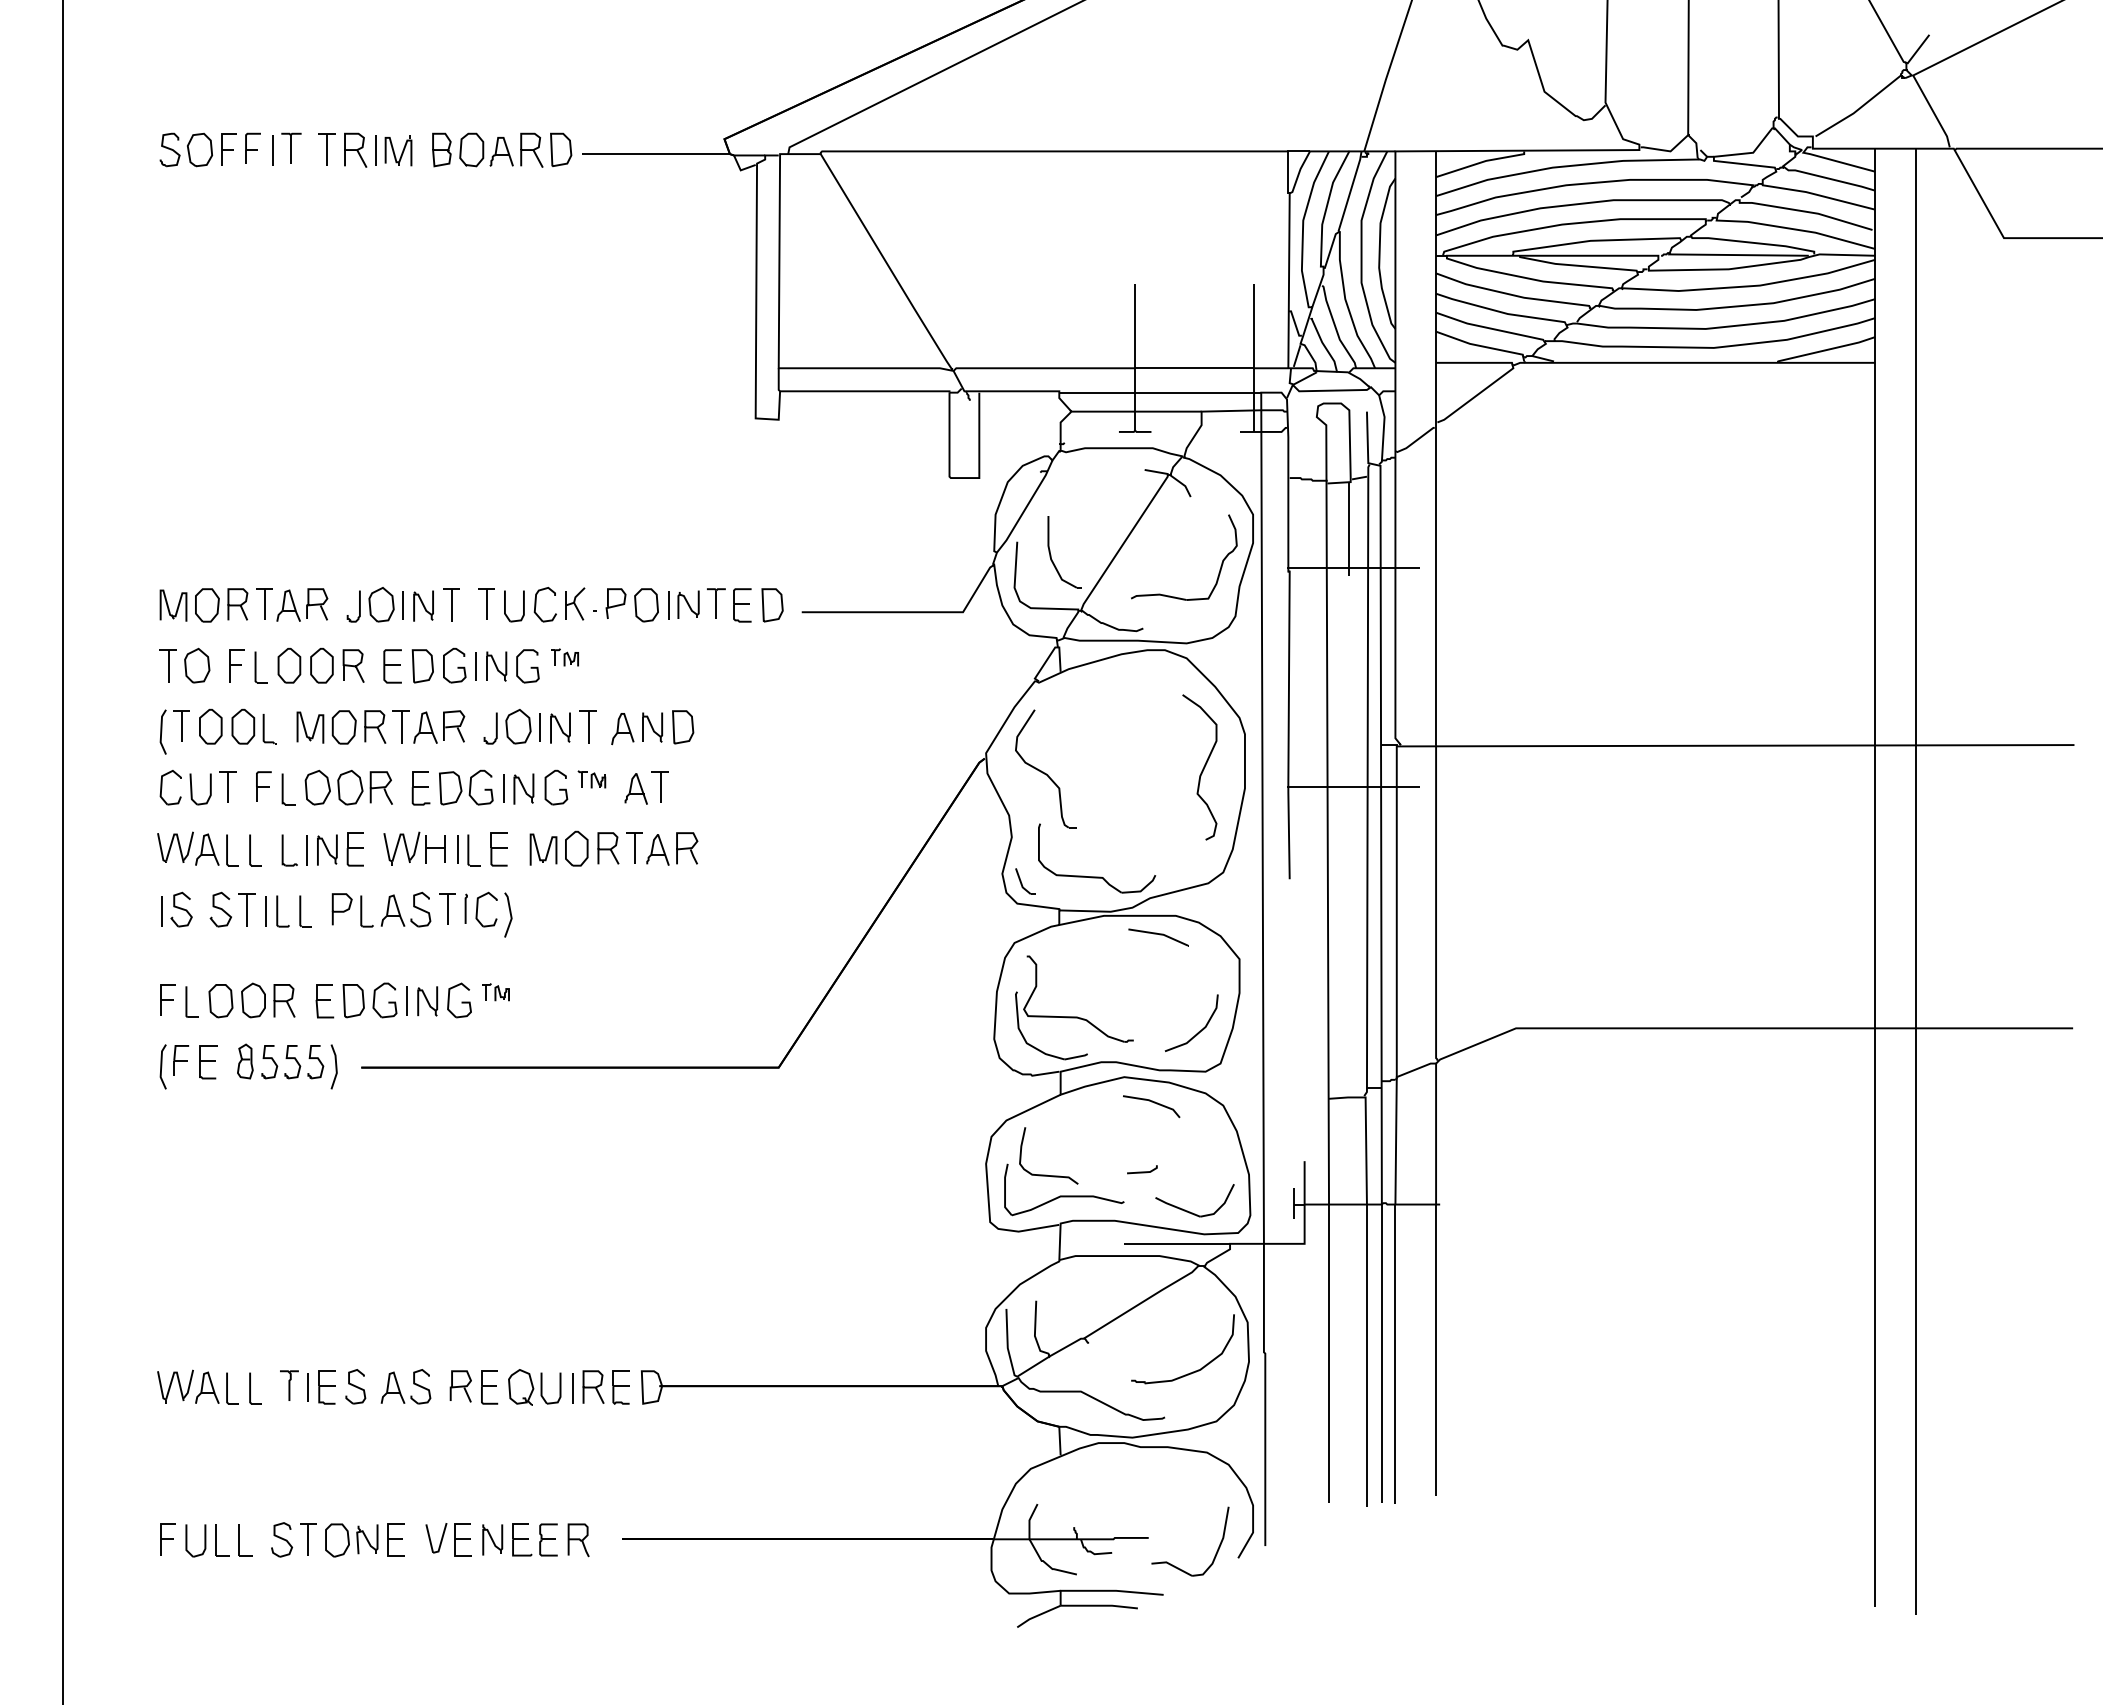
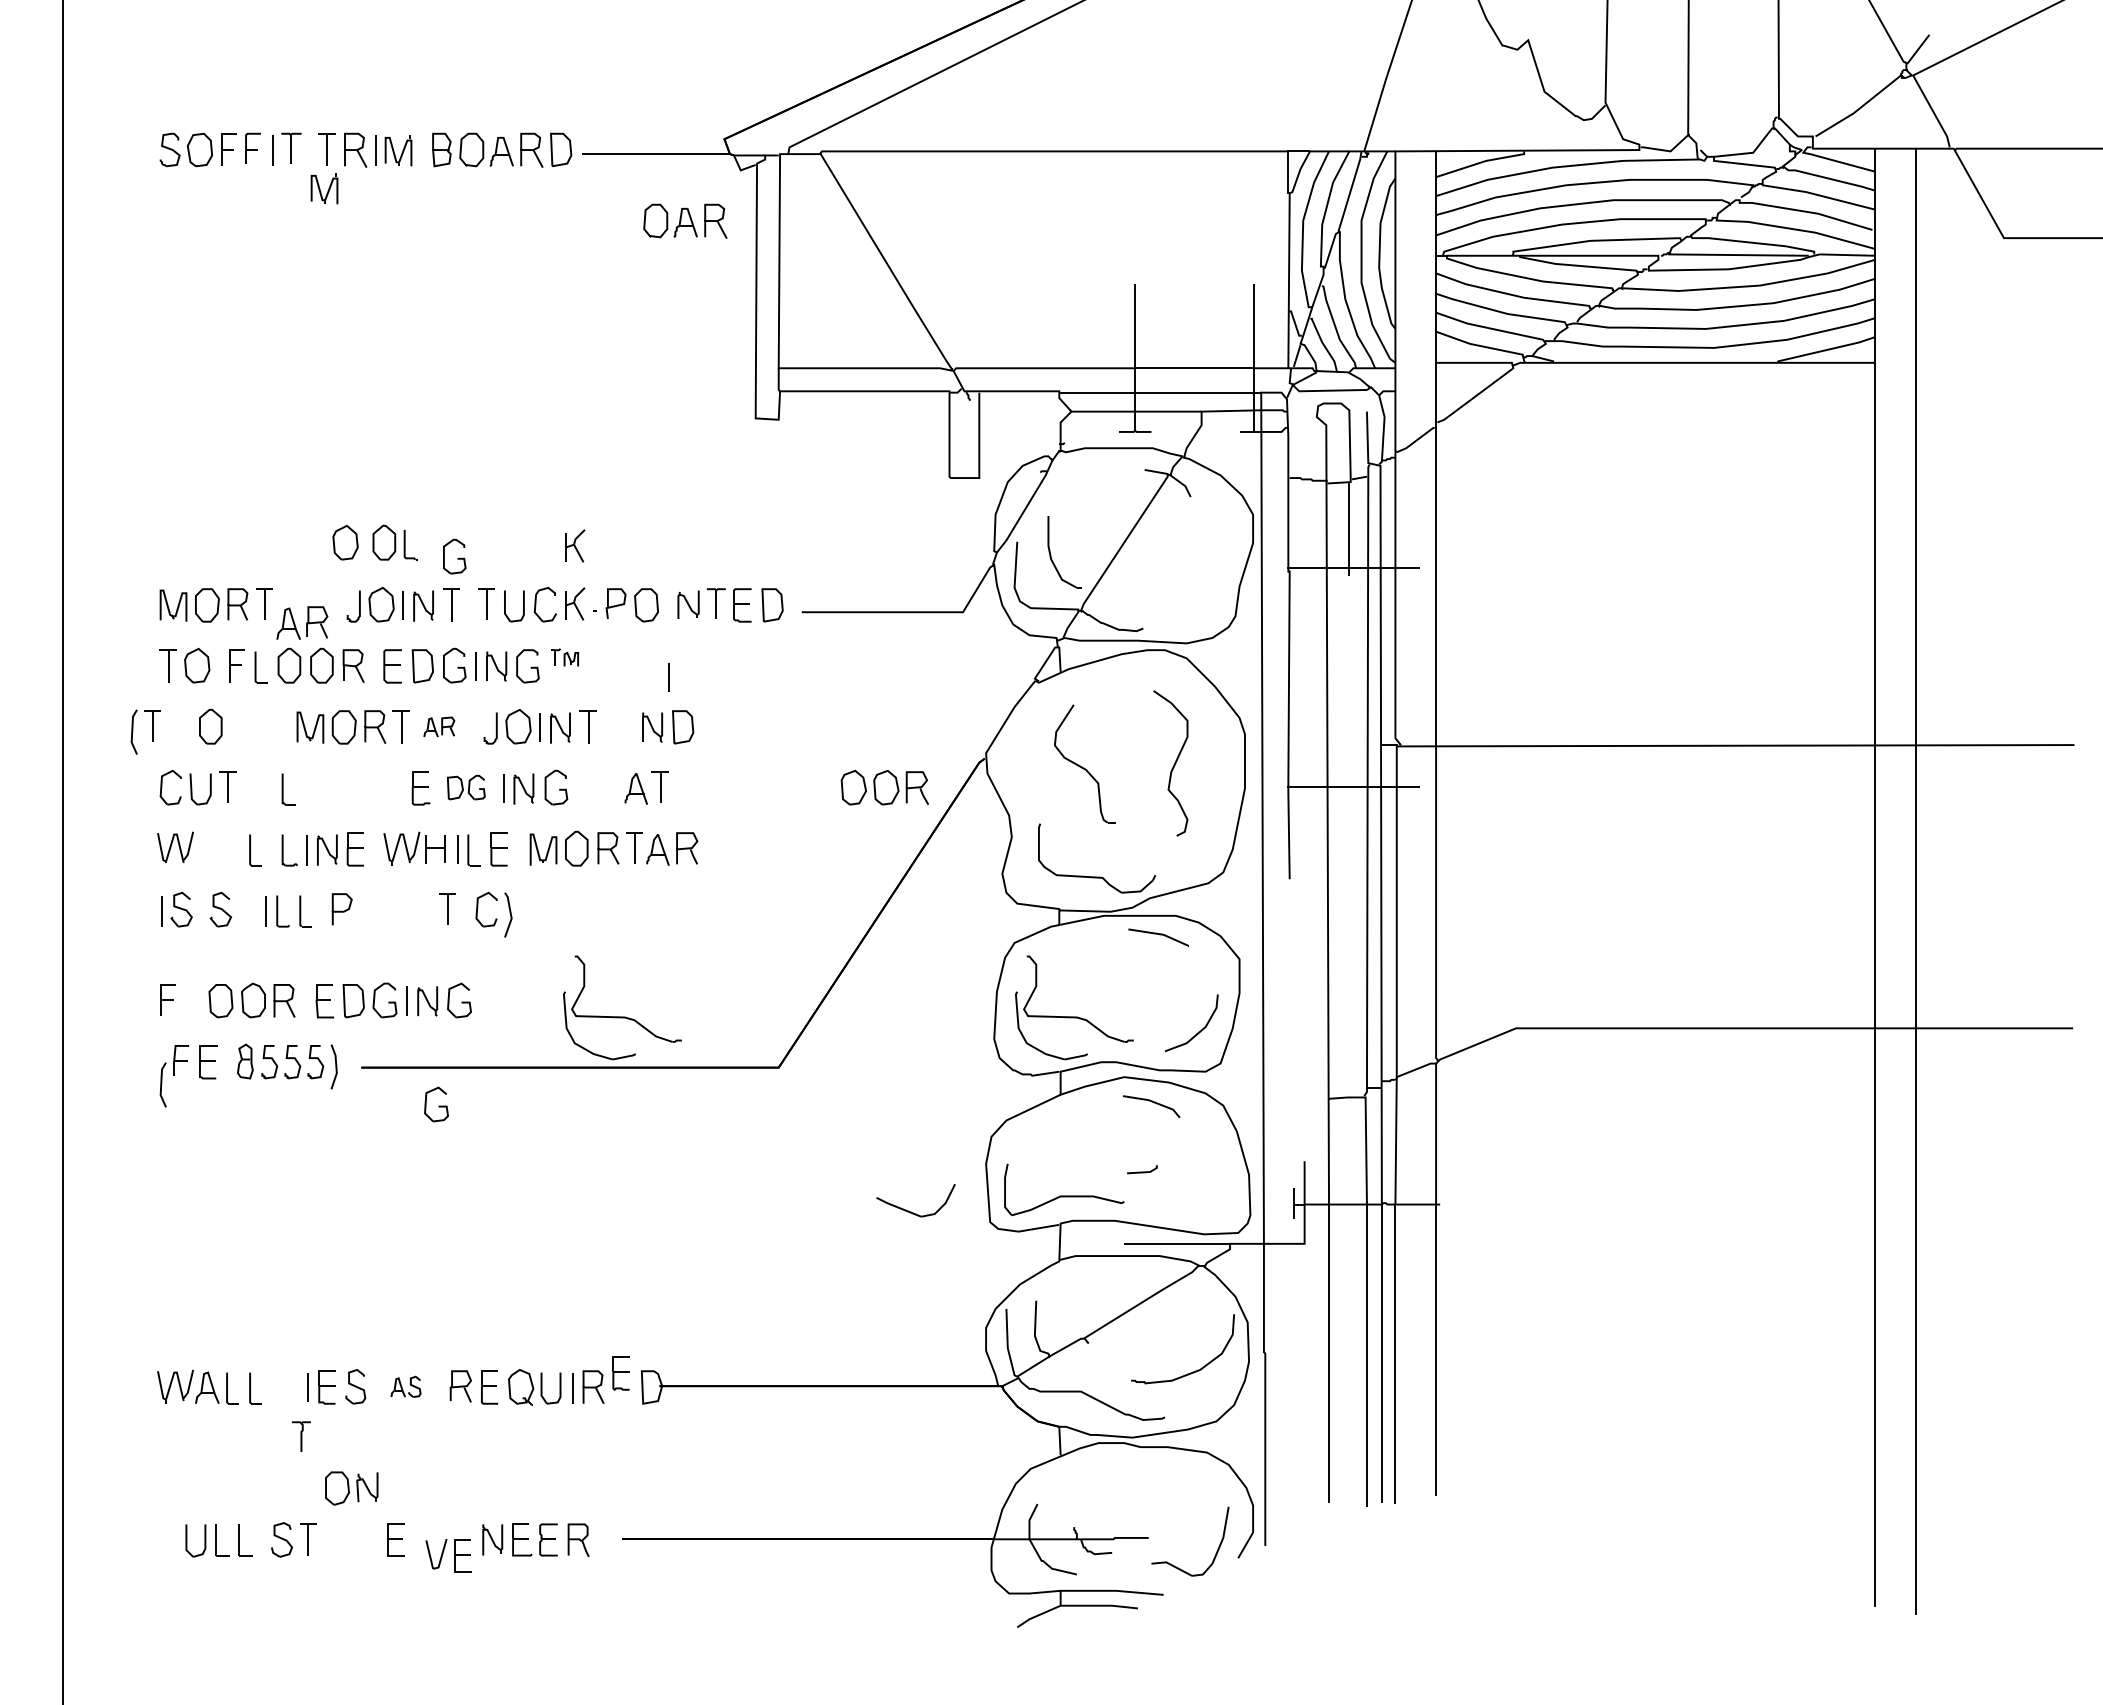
part at (324, 188): none -> present
part at (685, 220): none -> present
part at (345, 542): none -> present
part at (575, 545): none -> present
part at (454, 556): none -> present
part at (1219, 569): present -> none
part at (302, 604) position: (302, 604) -> (302, 622)
line at (668, 605) position: (668, 605) -> (668, 677)
part at (253, 726) position: (253, 726) -> (394, 542)
part at (439, 726) size: 53x34 px -> 33x22 px
part at (622, 729): present -> none
part at (181, 731) position: (181, 731) -> (152, 731)
part at (1045, 768) position: (1045, 768) -> (1084, 763)
curve at (1202, 768) position: (1202, 768) -> (1173, 764)
part at (591, 779): present -> none
part at (263, 786): present -> none
part at (348, 787) position: (348, 787) -> (884, 787)
part at (466, 787) size: 55x37 px -> 39x27 px
part at (216, 849): present -> none
part at (1025, 881): present -> none
line at (465, 908): present -> none
part at (246, 909): present -> none
part at (395, 909): present -> none
part at (495, 992): present -> none
part at (191, 1001): present -> none
part at (622, 1016): none -> present
line at (162, 1066) position: (162, 1066) -> (162, 1084)
part at (436, 1104): none -> present
curve at (1046, 1174): present -> none
part at (1190, 1211) position: (1190, 1211) -> (911, 1211)
part at (289, 1385) position: (289, 1385) -> (301, 1436)
part at (405, 1386) size: 52x36 px -> 32x23 px
part at (620, 1387) position: (620, 1387) -> (620, 1373)
part at (167, 1539): present -> none
part at (448, 1539) position: (448, 1539) -> (448, 1555)
part at (351, 1540) position: (351, 1540) -> (351, 1488)
